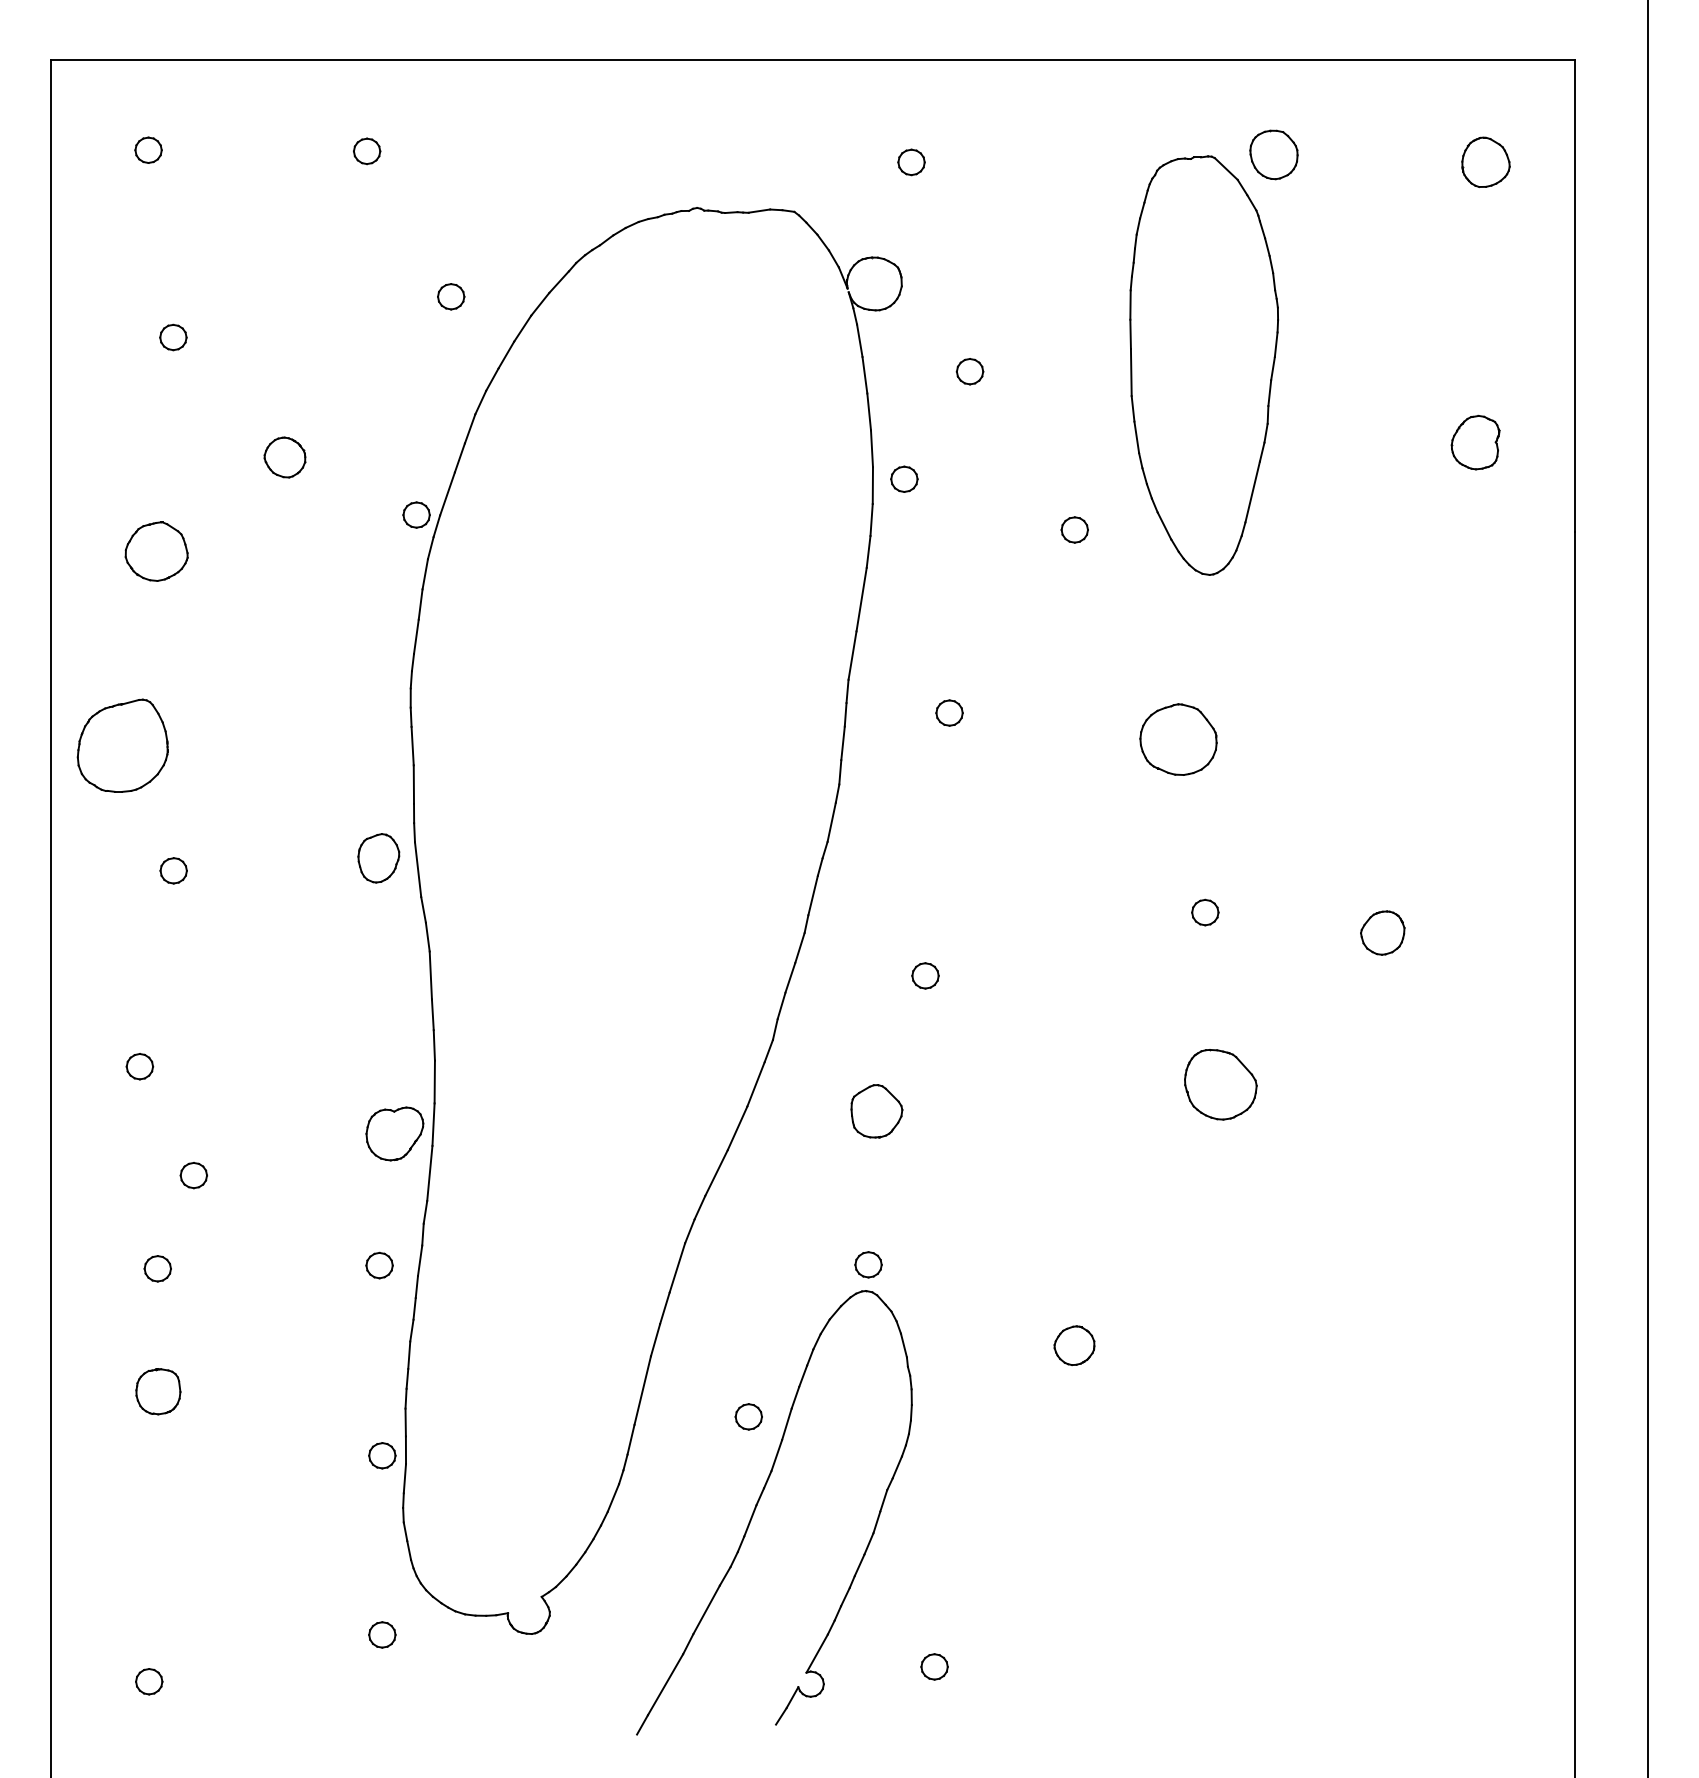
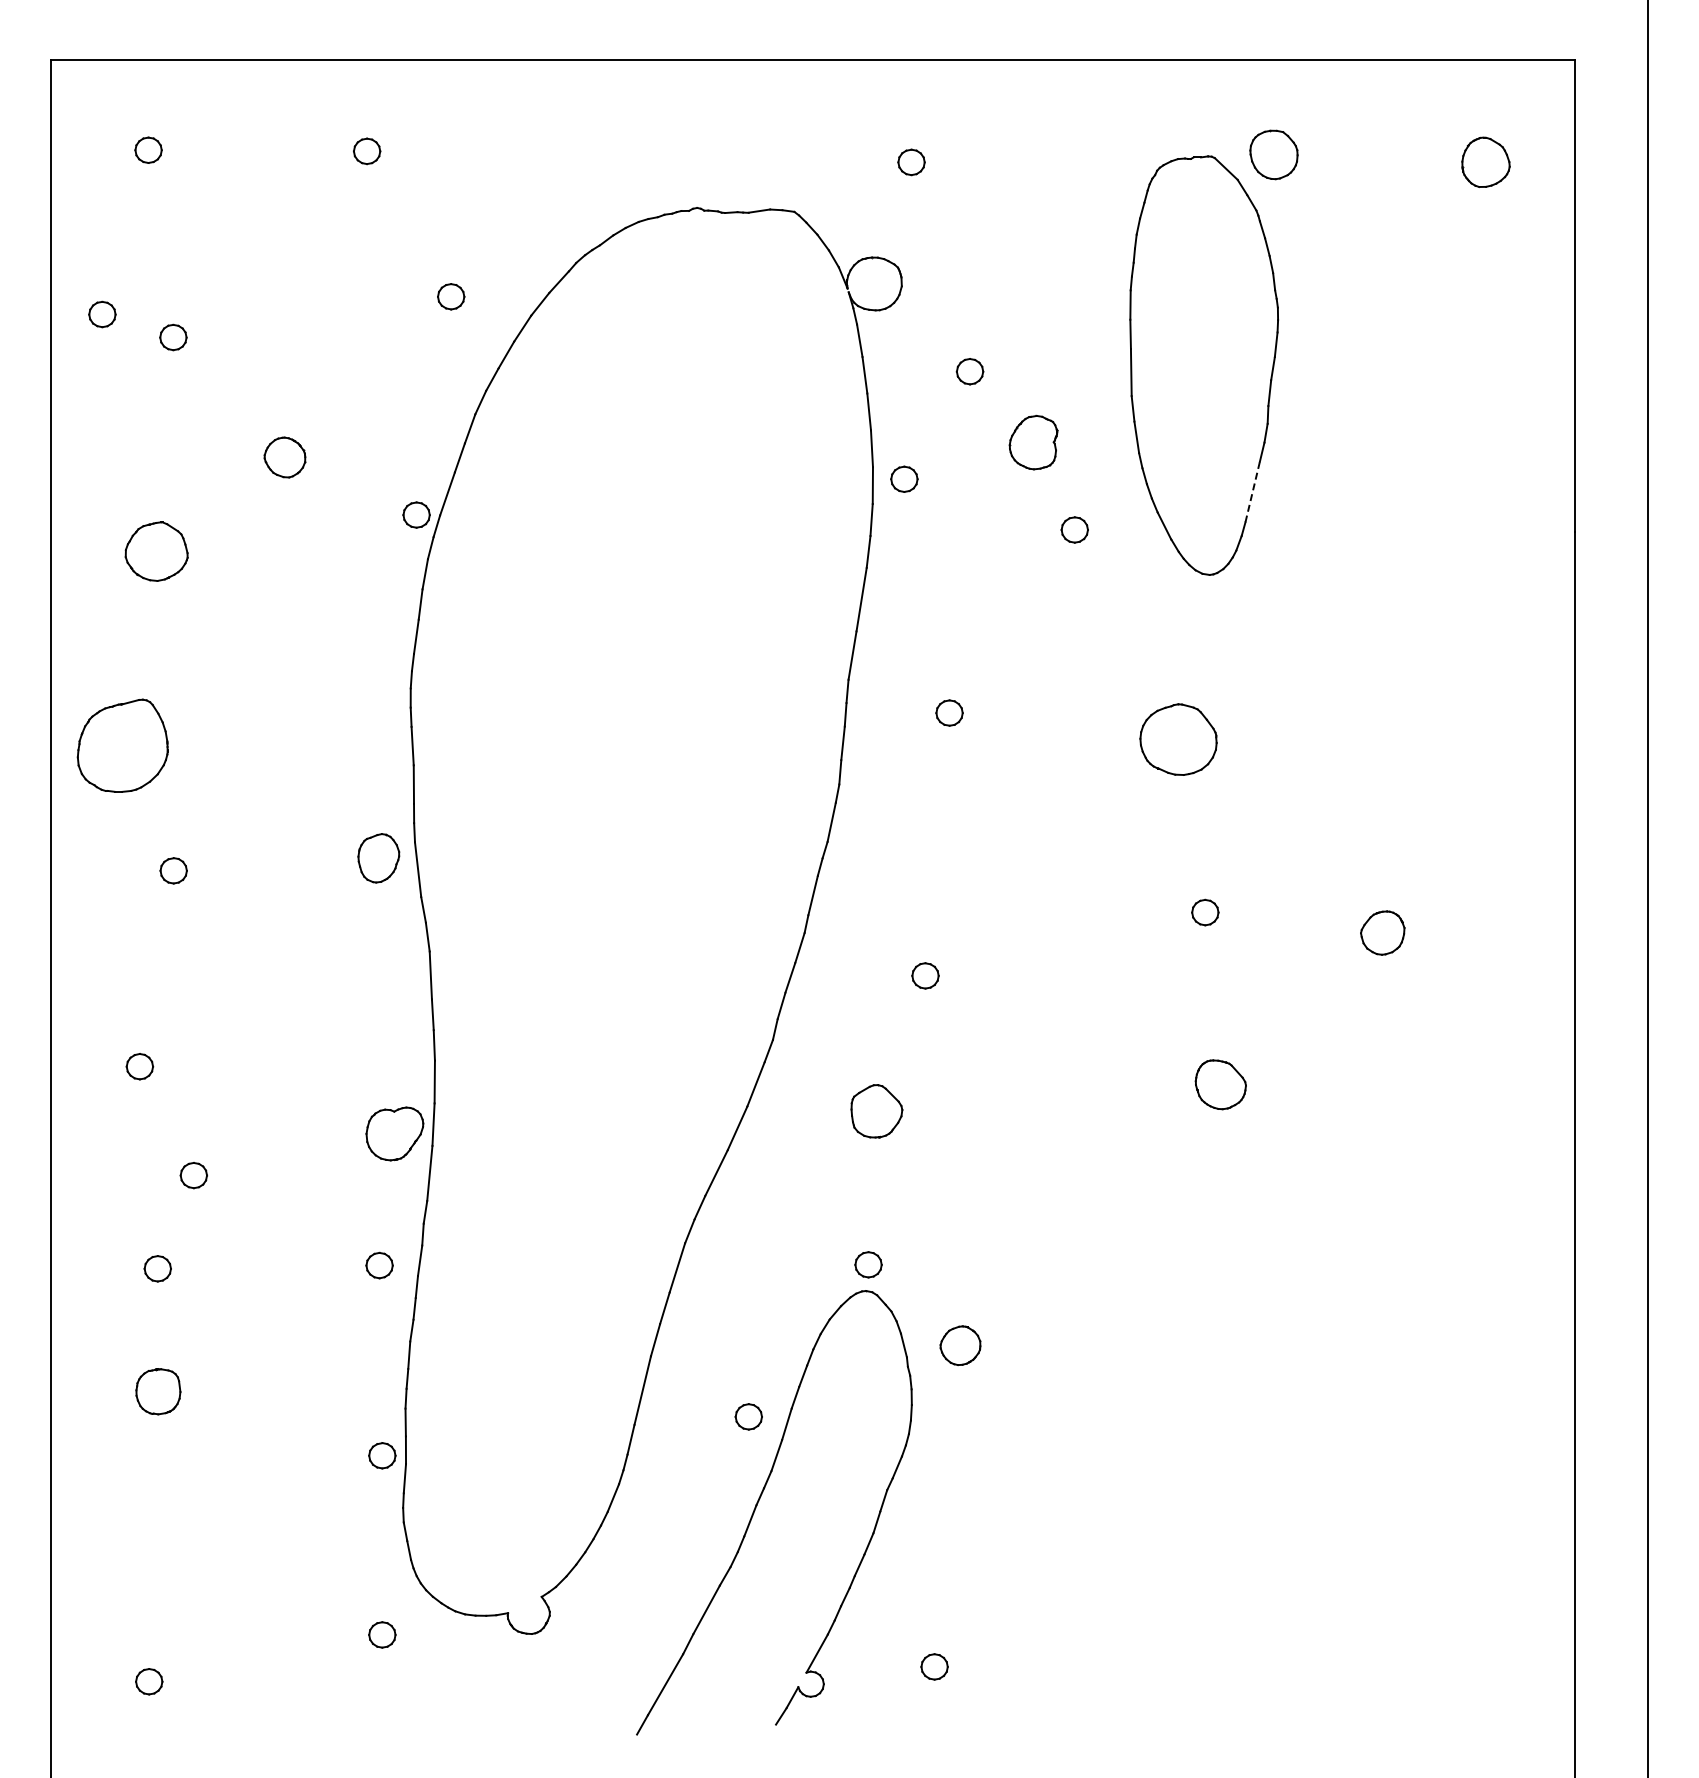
part at (102, 314): none -> present
part at (1475, 442) position: (1475, 442) -> (1033, 442)
line at (1252, 491): solid -> dashed
part at (1220, 1084) size: 74x72 px -> 53x52 px
part at (1074, 1345) position: (1074, 1345) -> (960, 1345)
